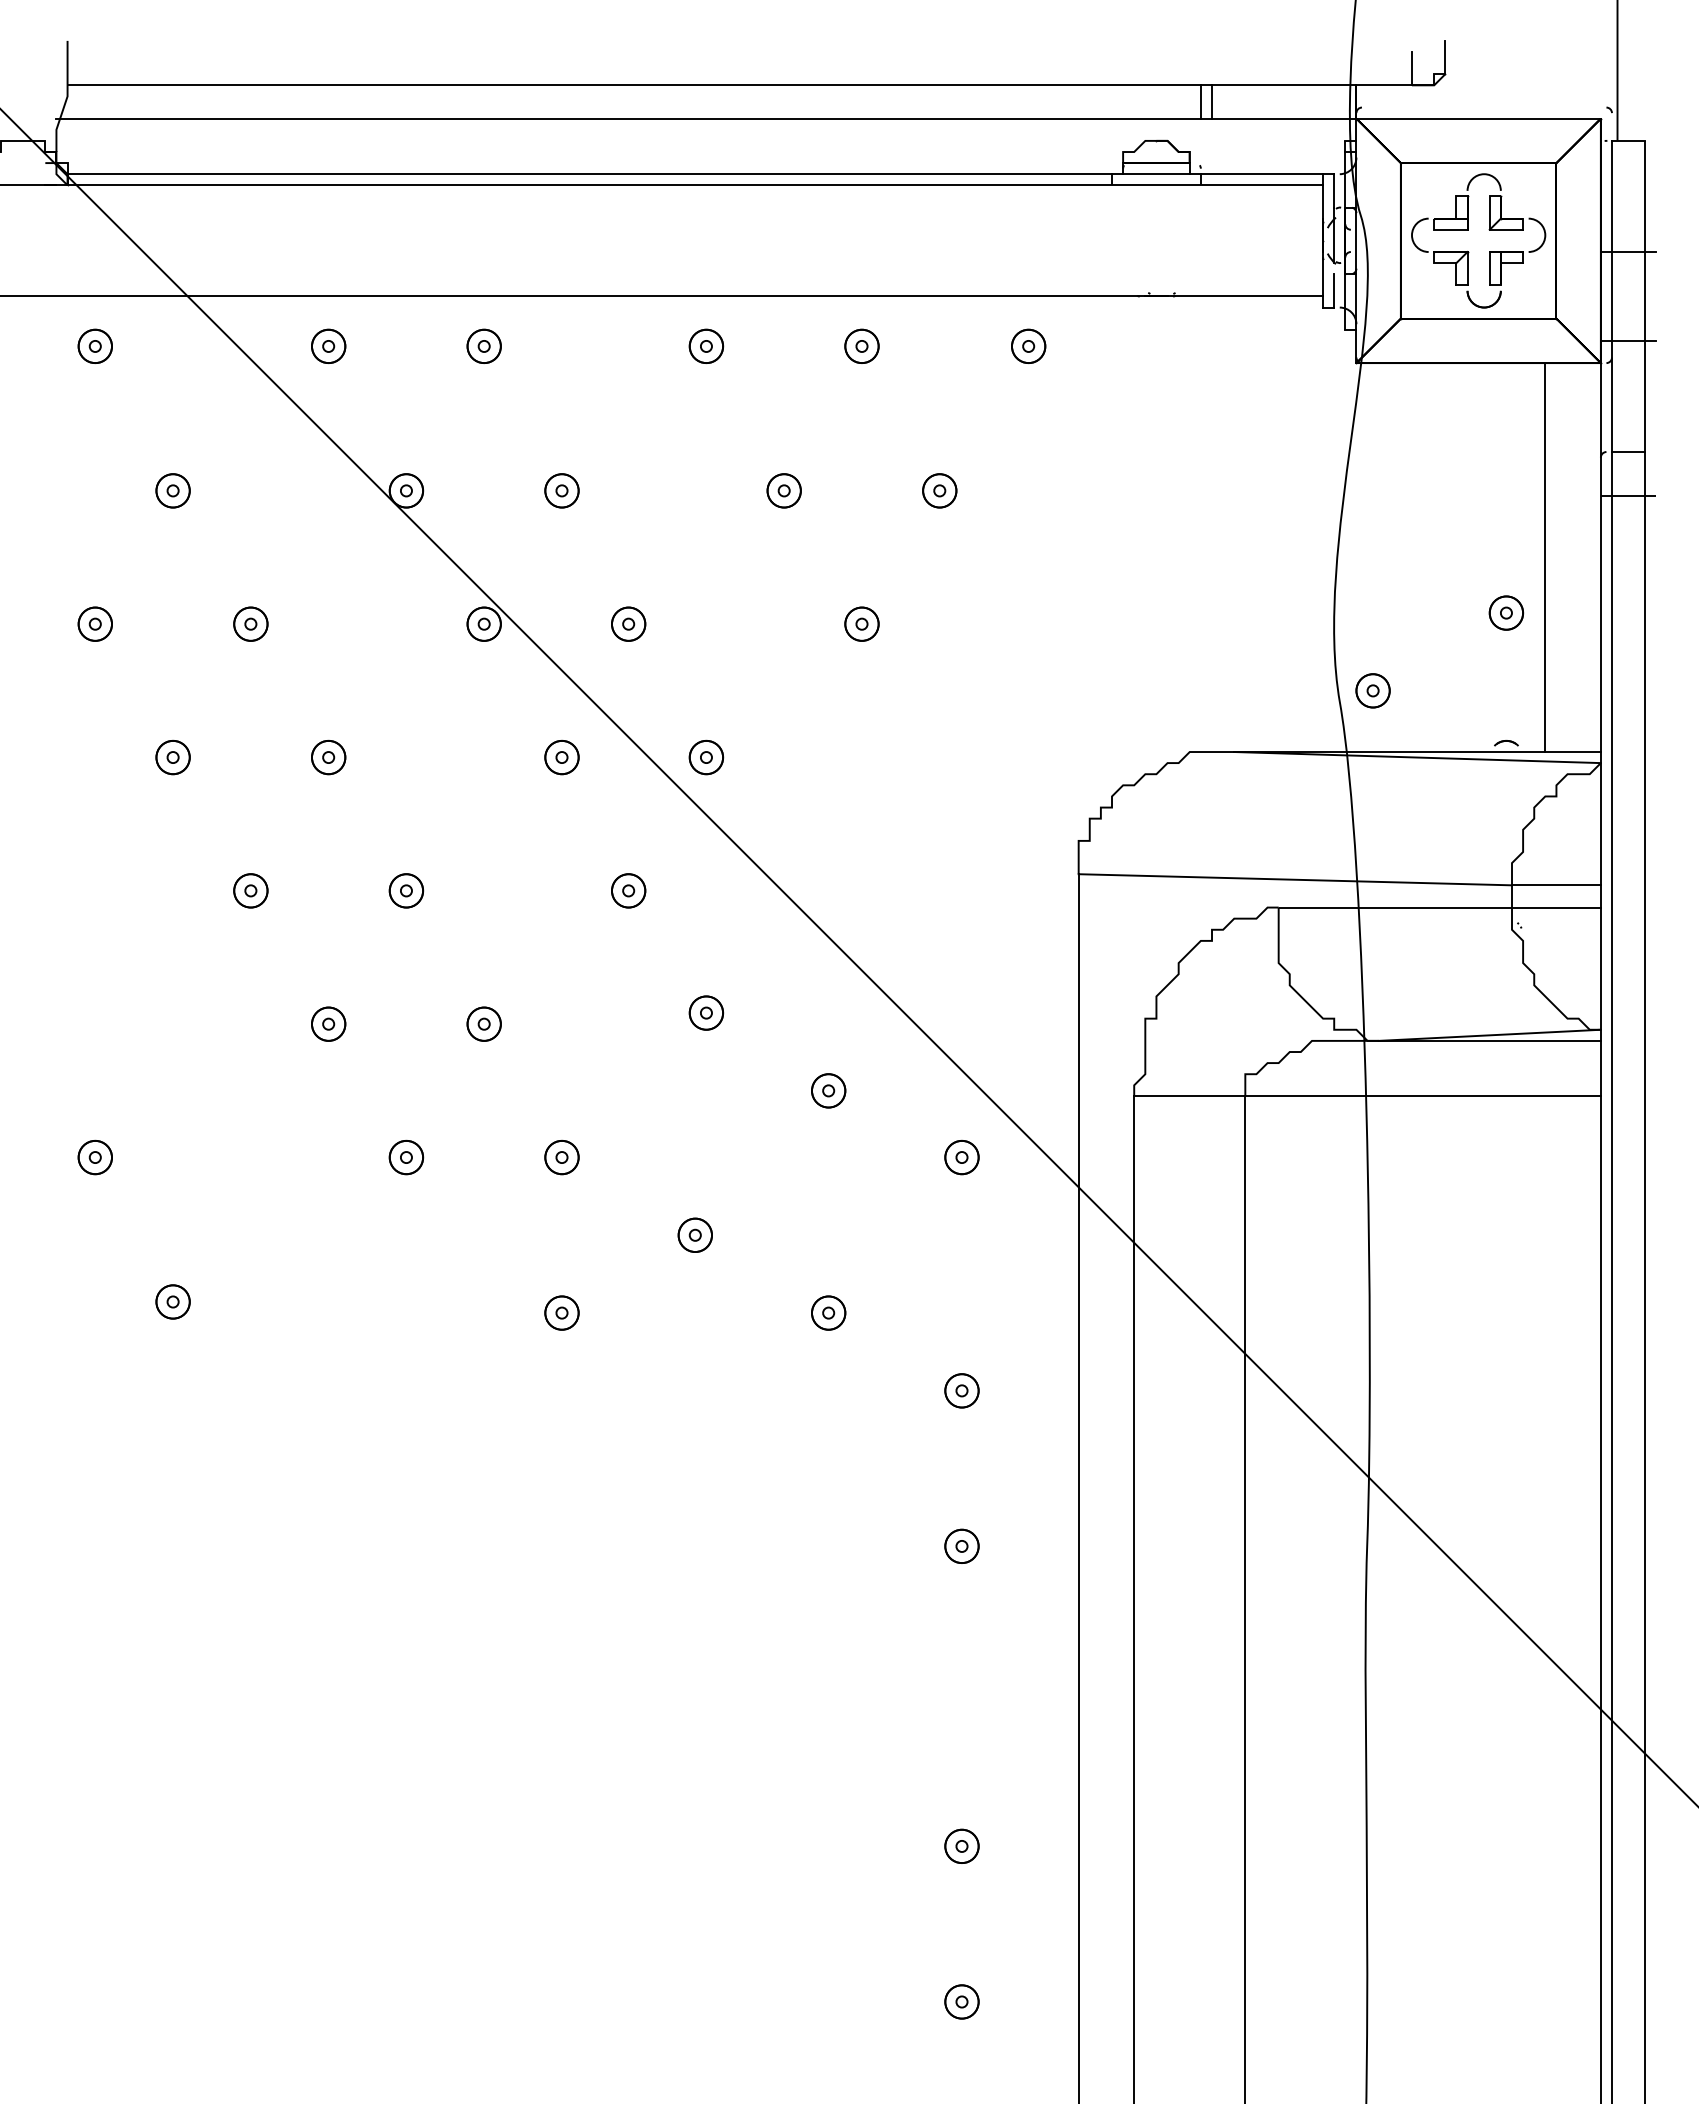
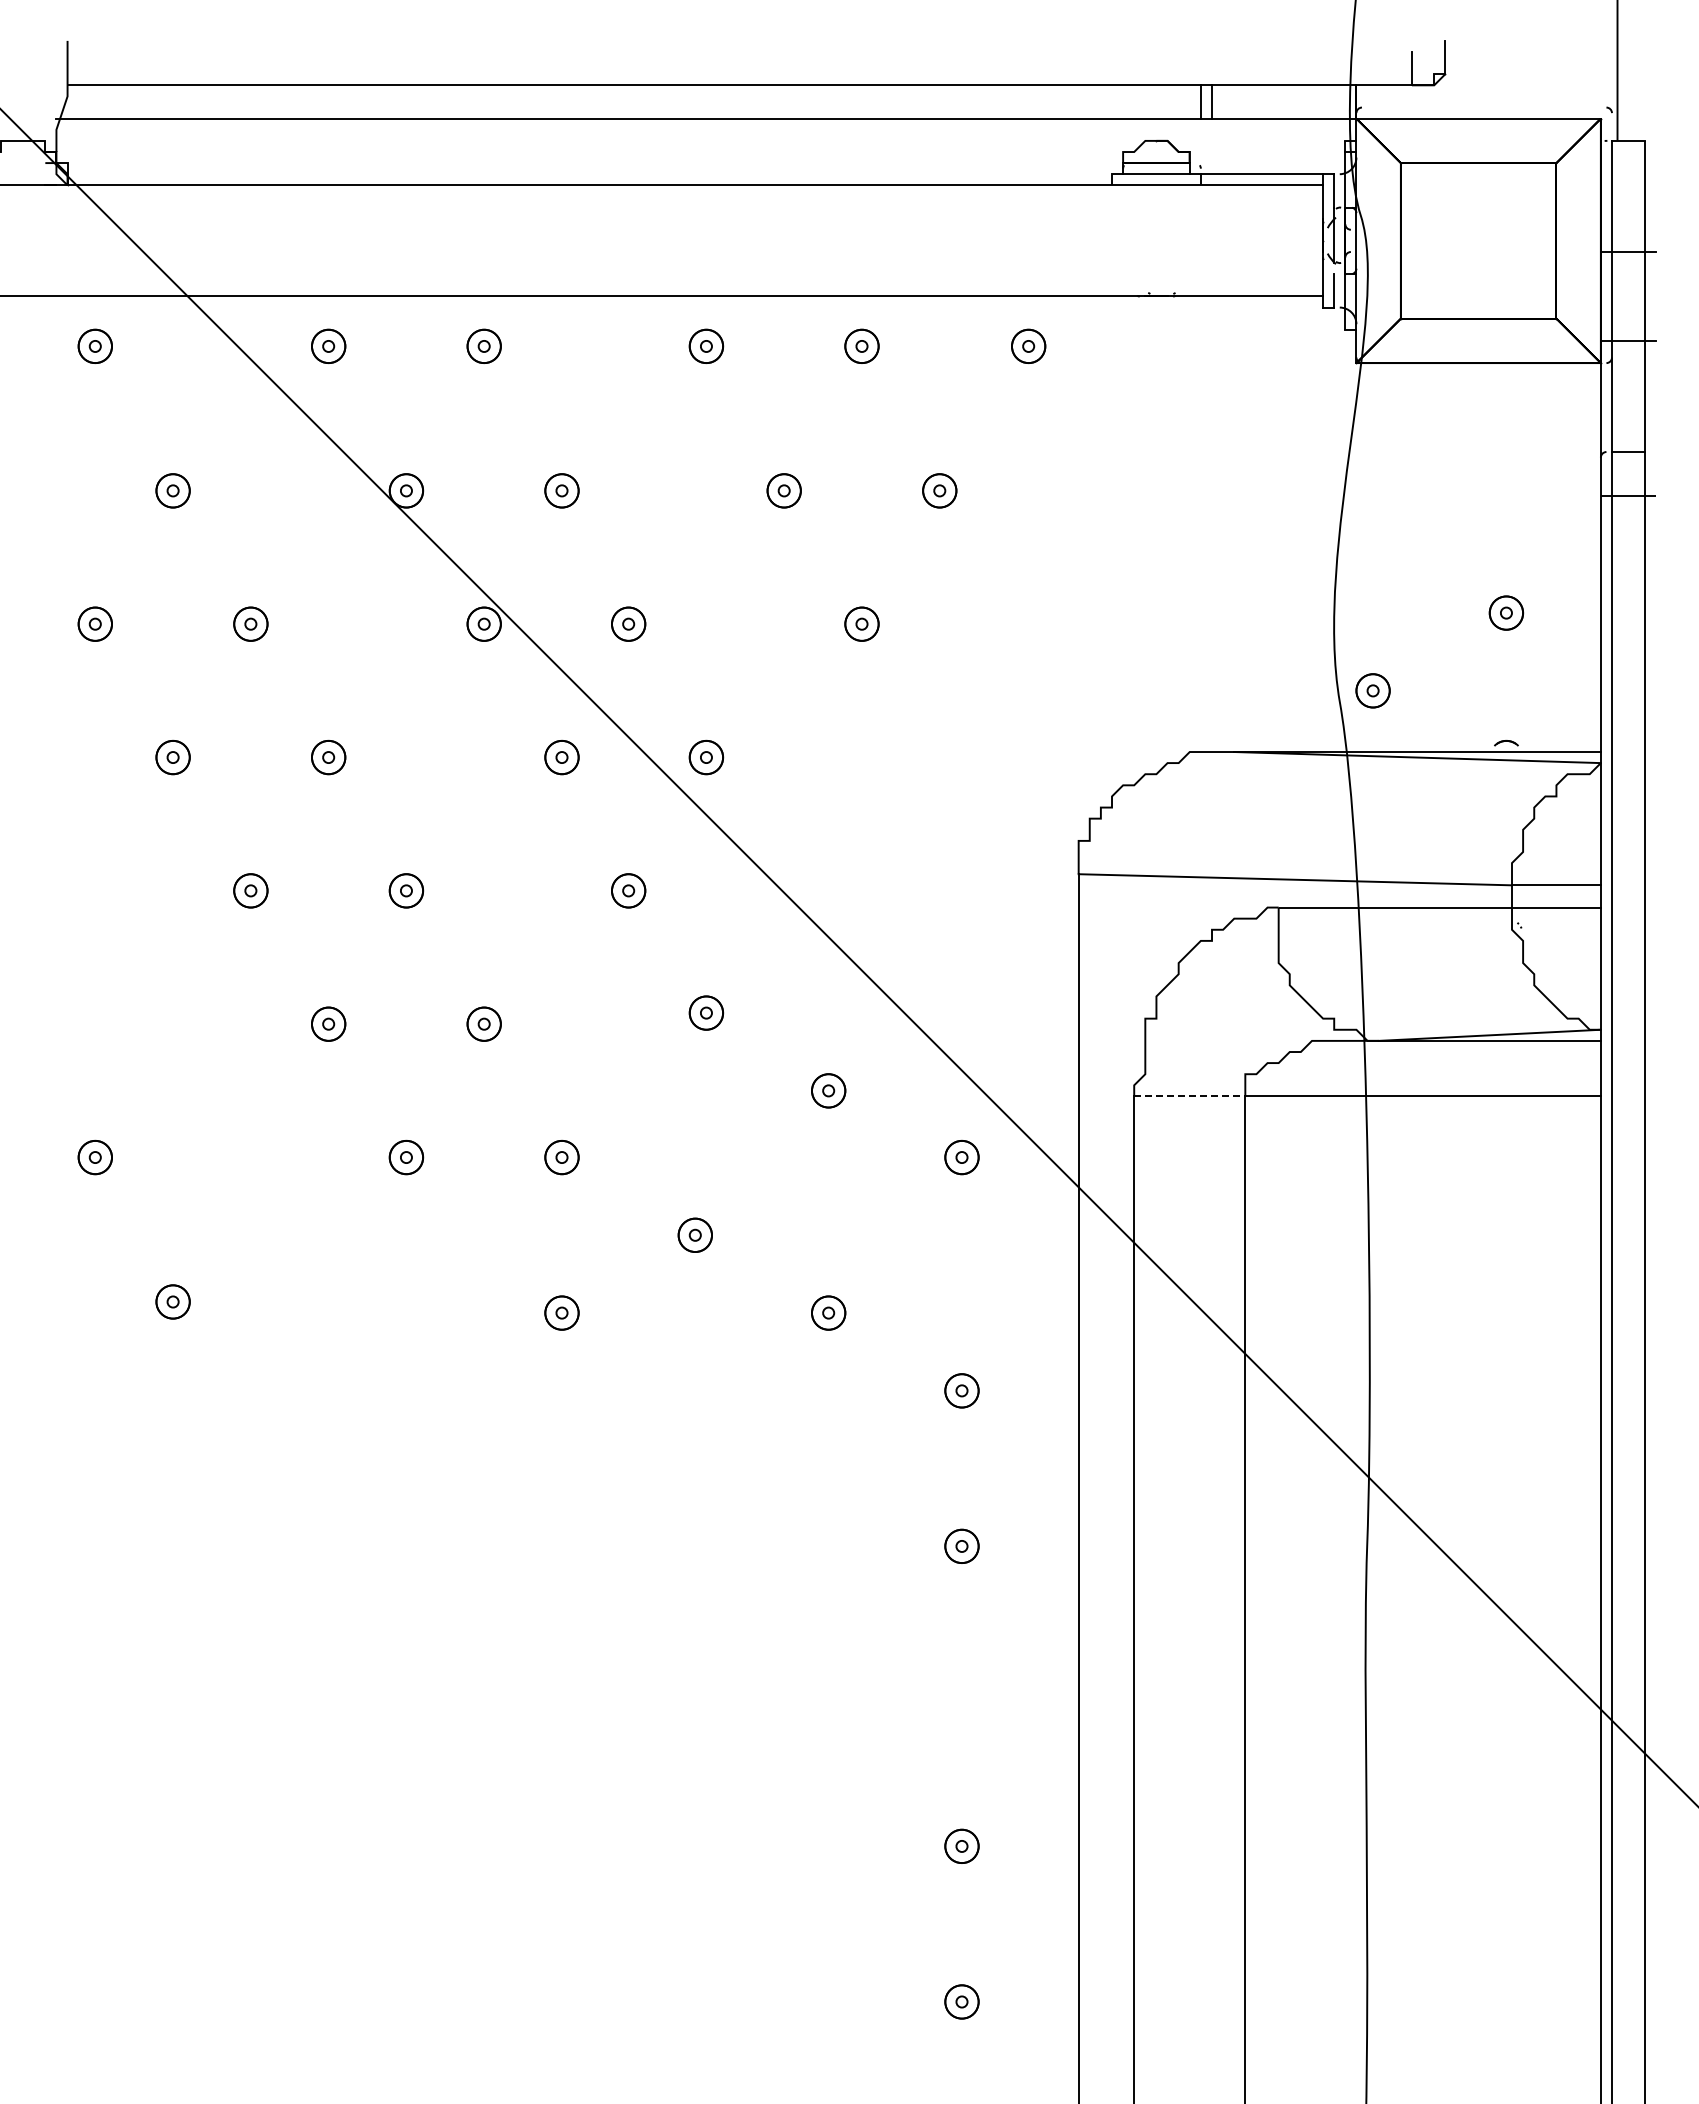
line at (589, 174): present -> none
part at (1468, 230): present -> none
line at (1545, 557): present -> none
line at (1189, 1096): solid -> dashed
